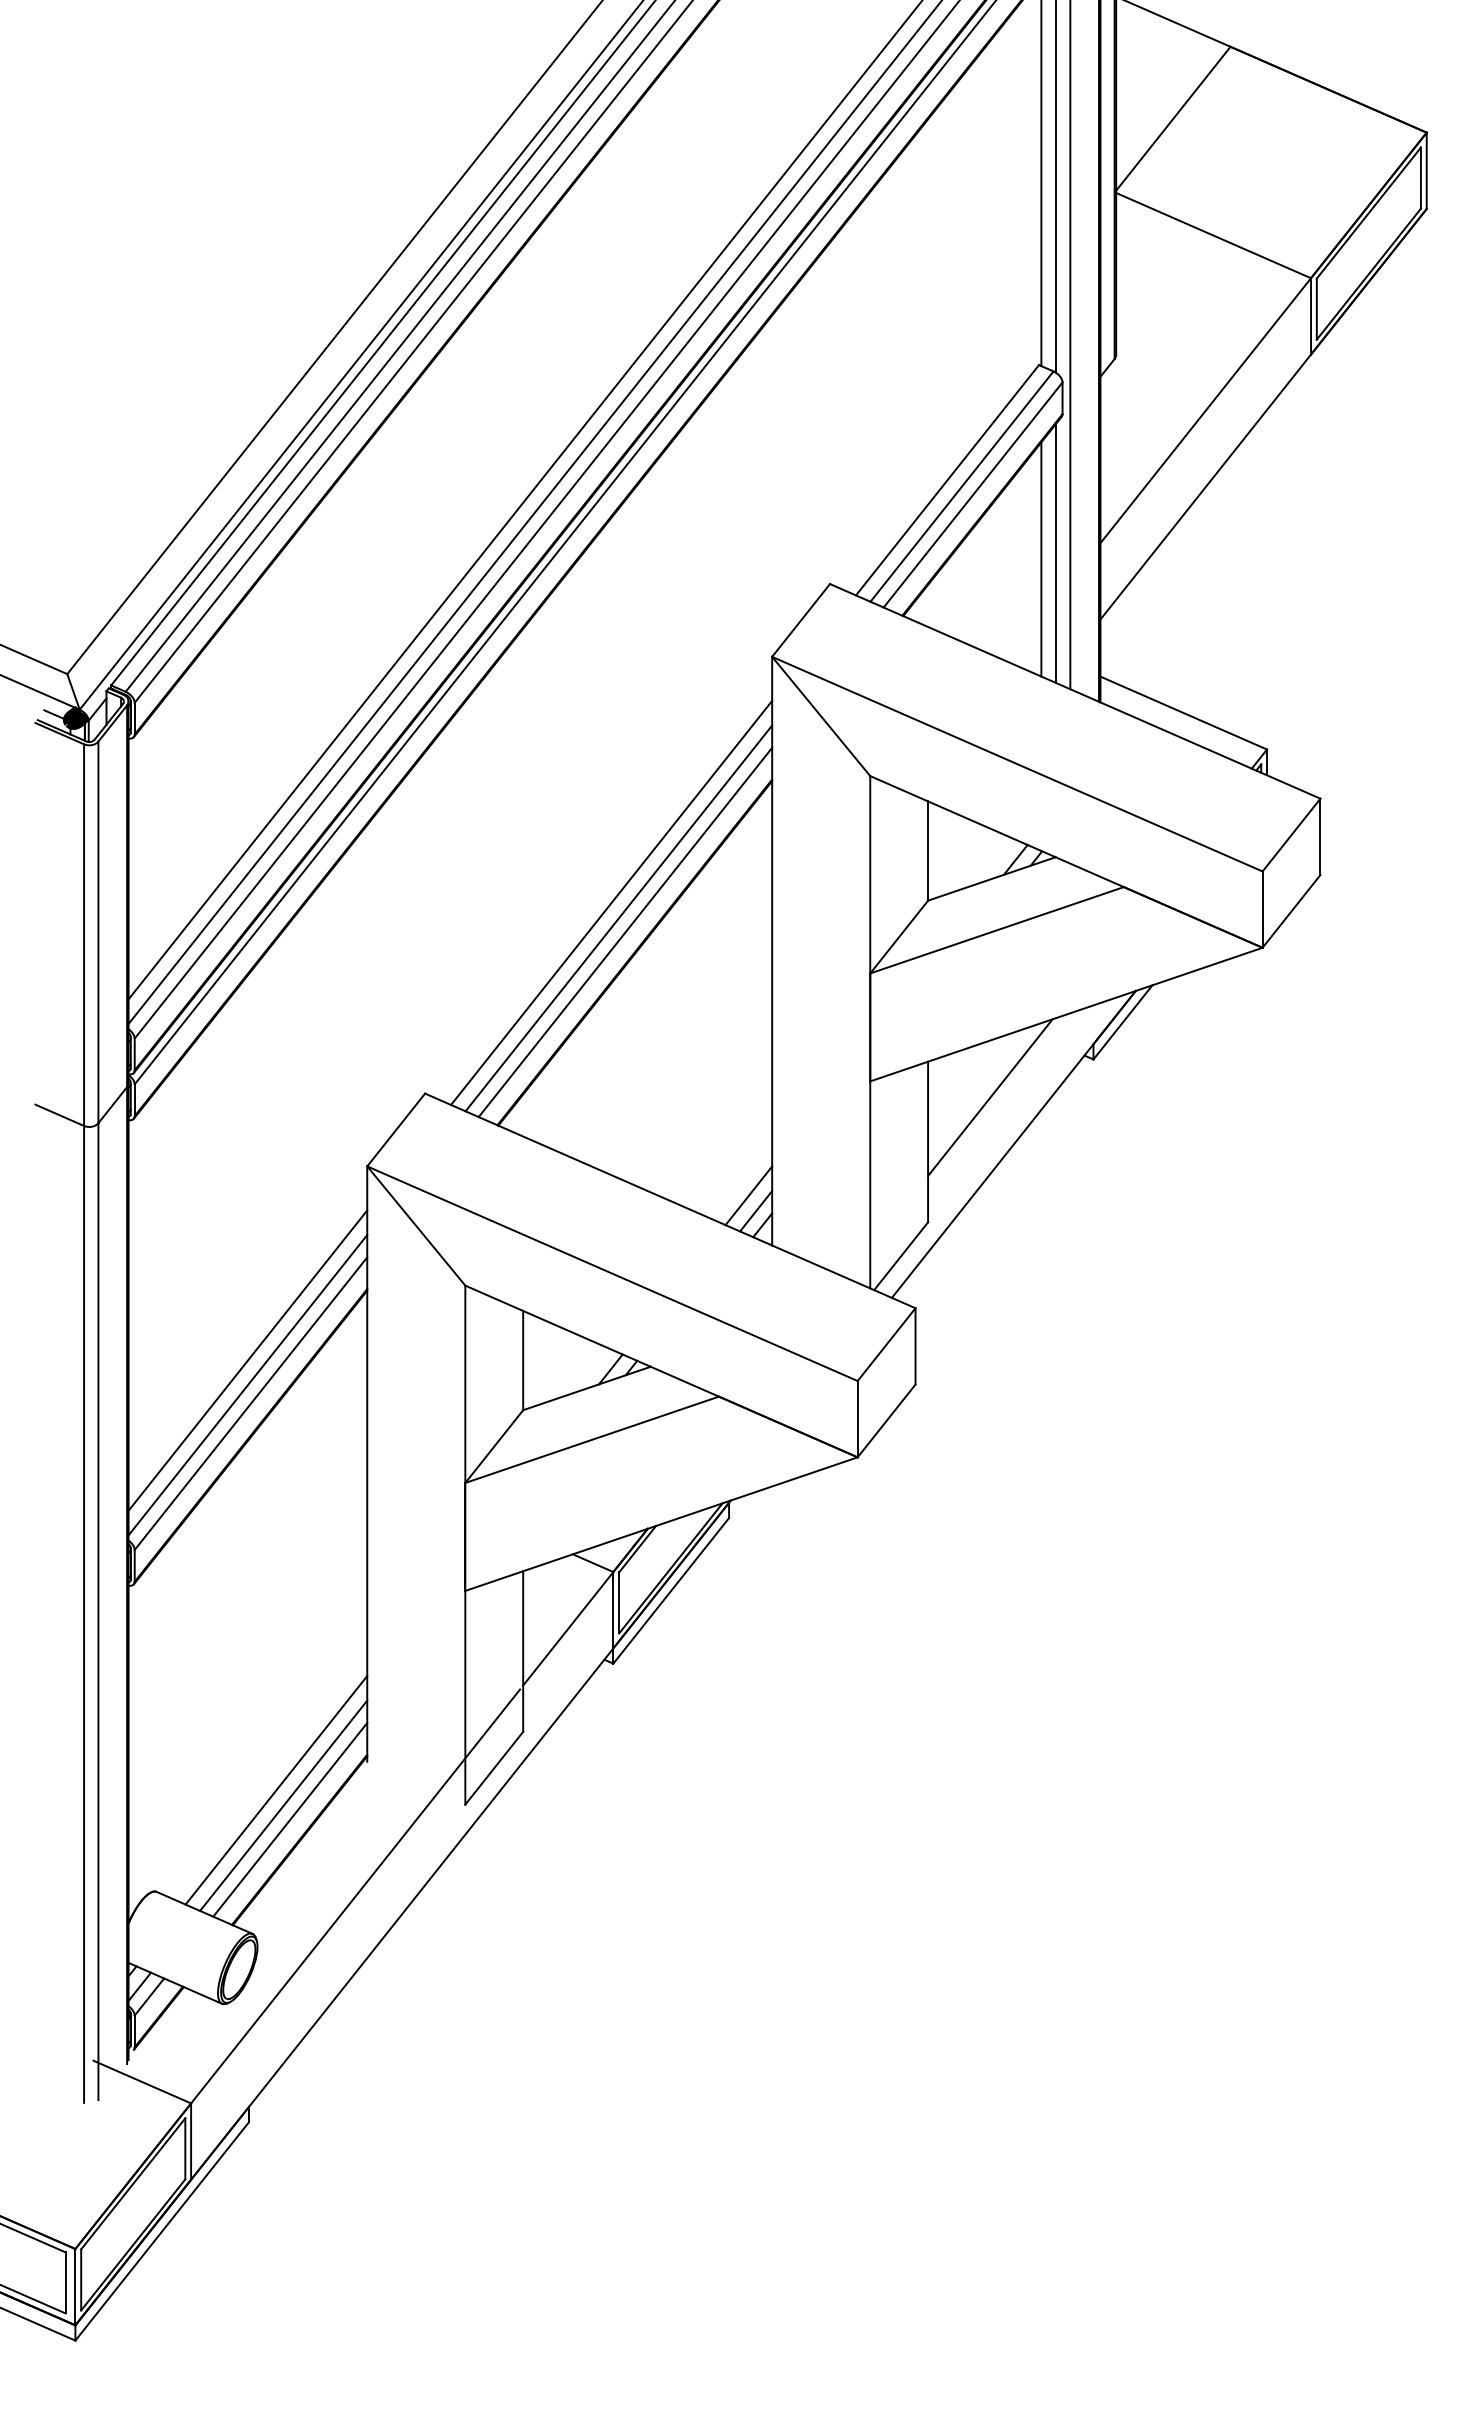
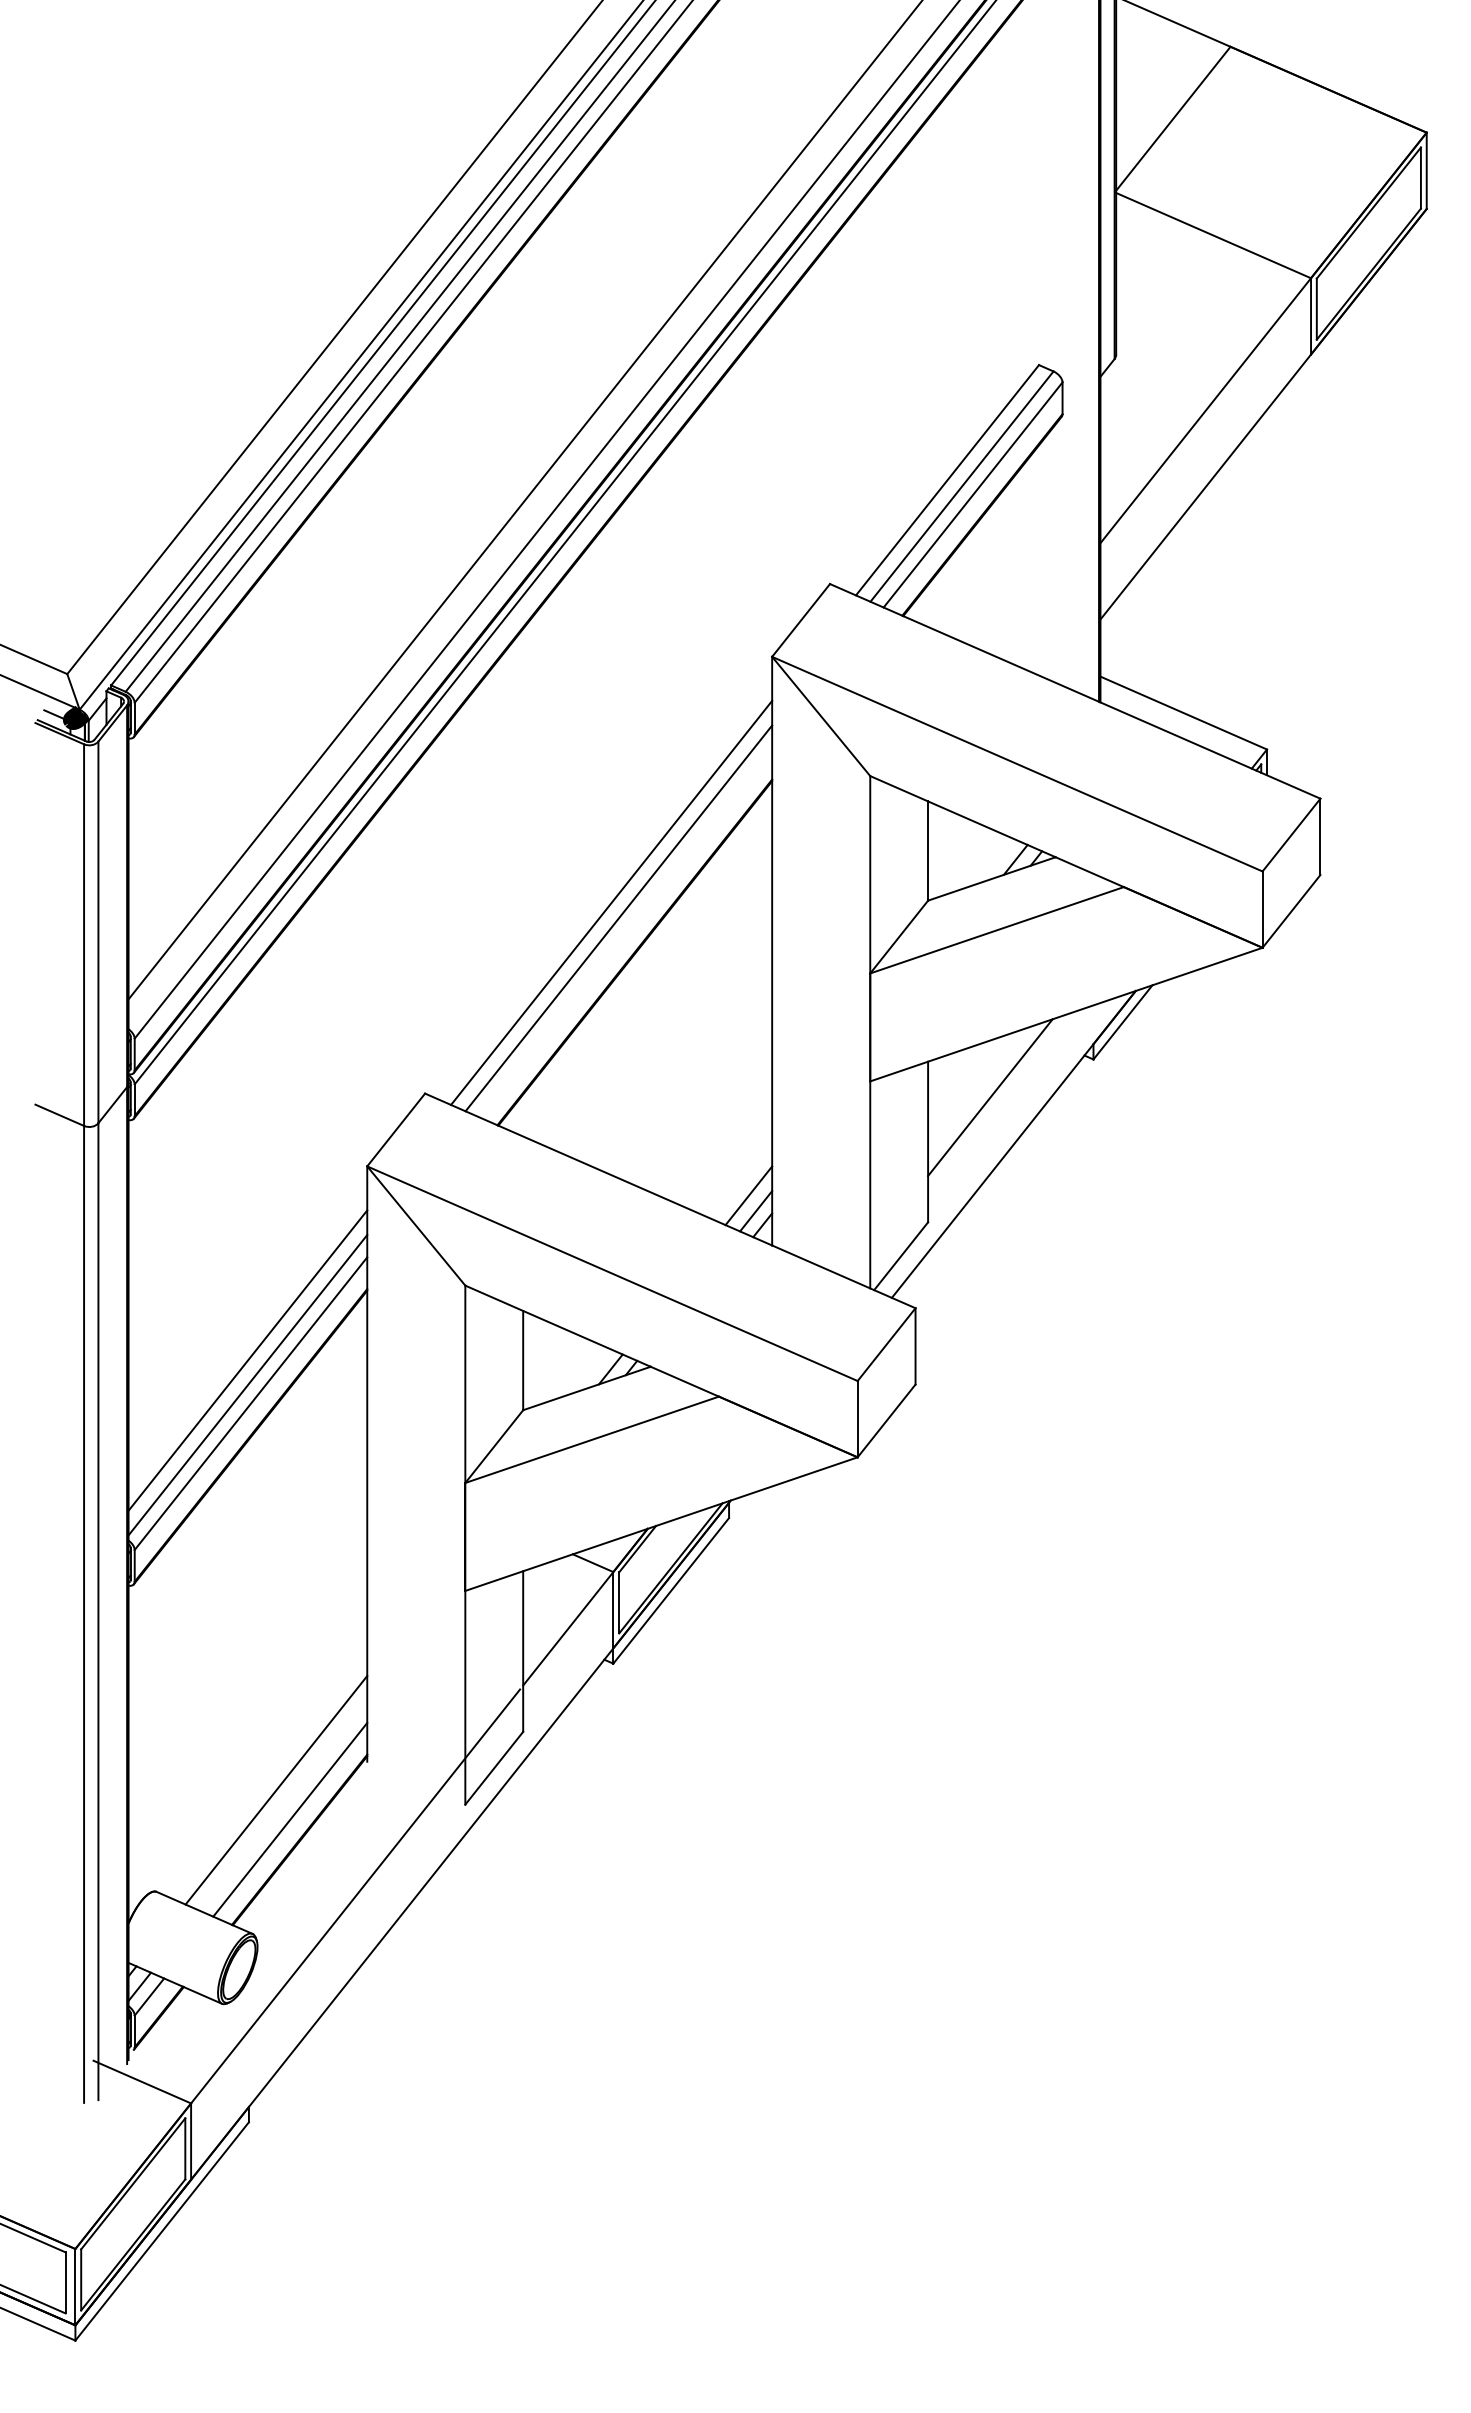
line at (1041, 184): present -> none
line at (1055, 187): present -> none
line at (1070, 345): present -> none
line at (534, 513): present -> none
line at (1055, 552): present -> none
line at (1041, 559): present -> none
line at (625, 932): present -> none
line at (283, 1805): present -> none
